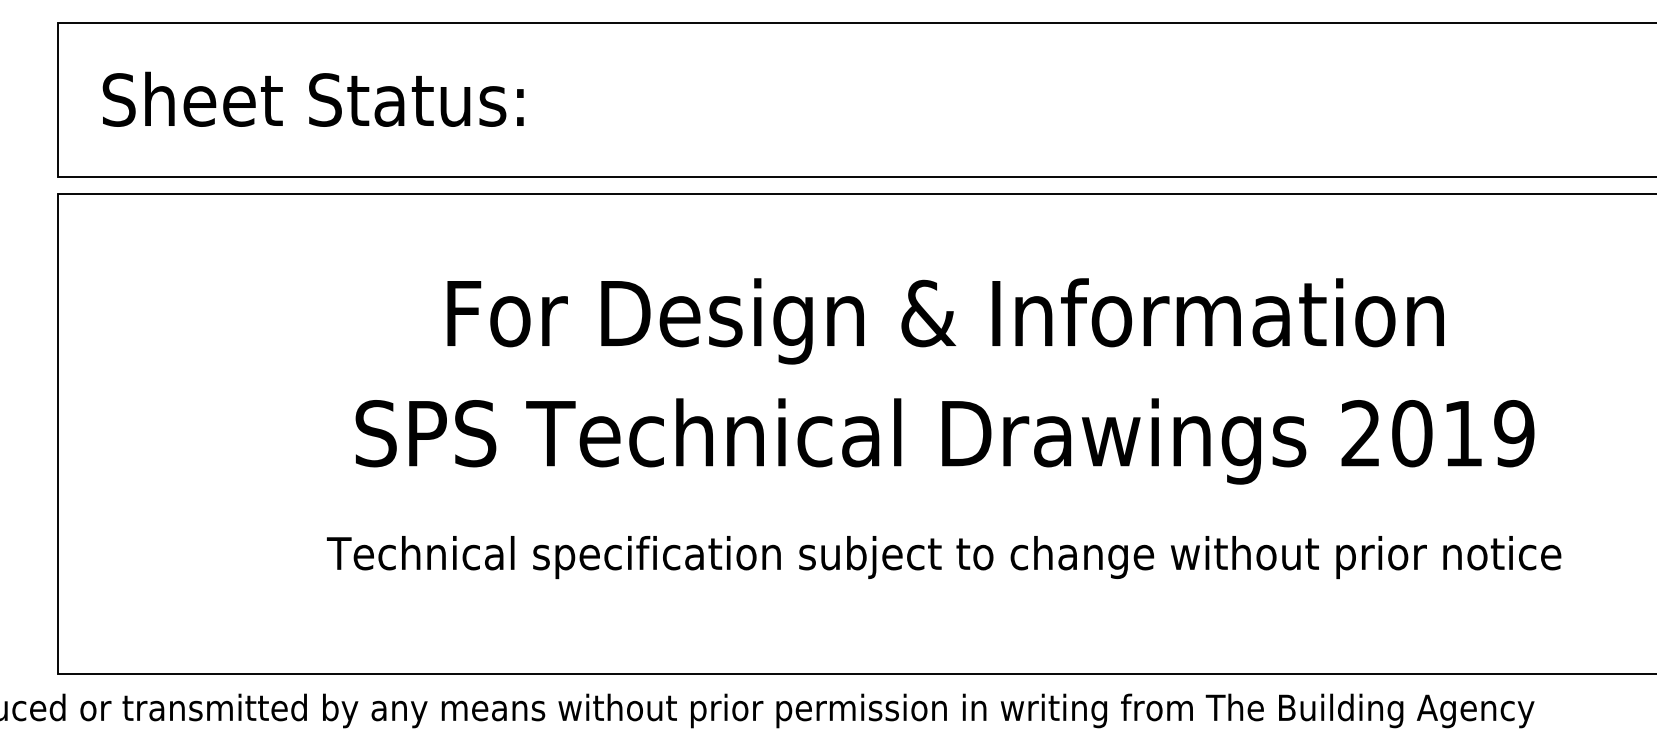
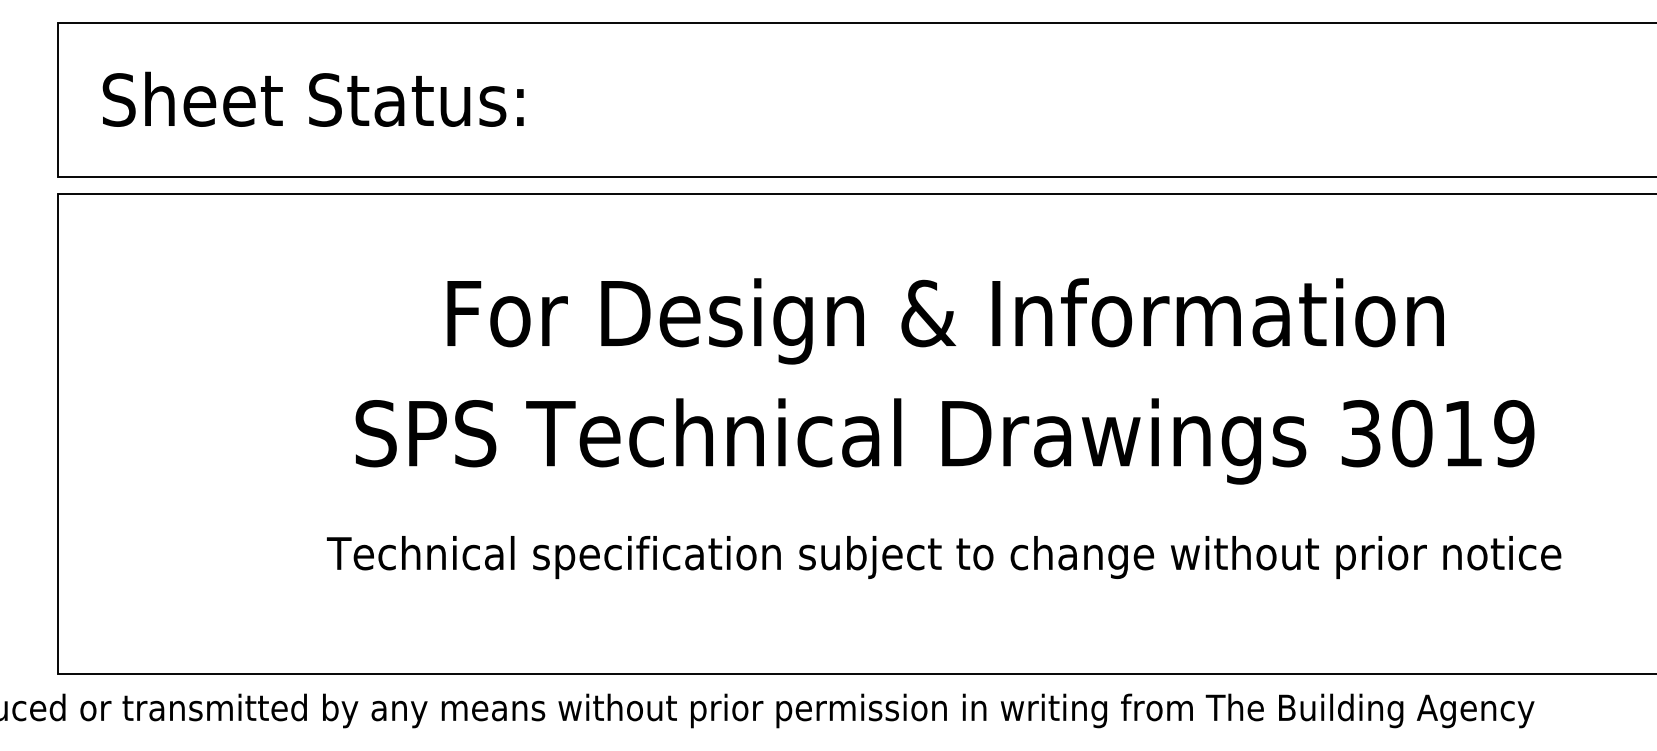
text at (1360, 433): 2019 -> 3019
